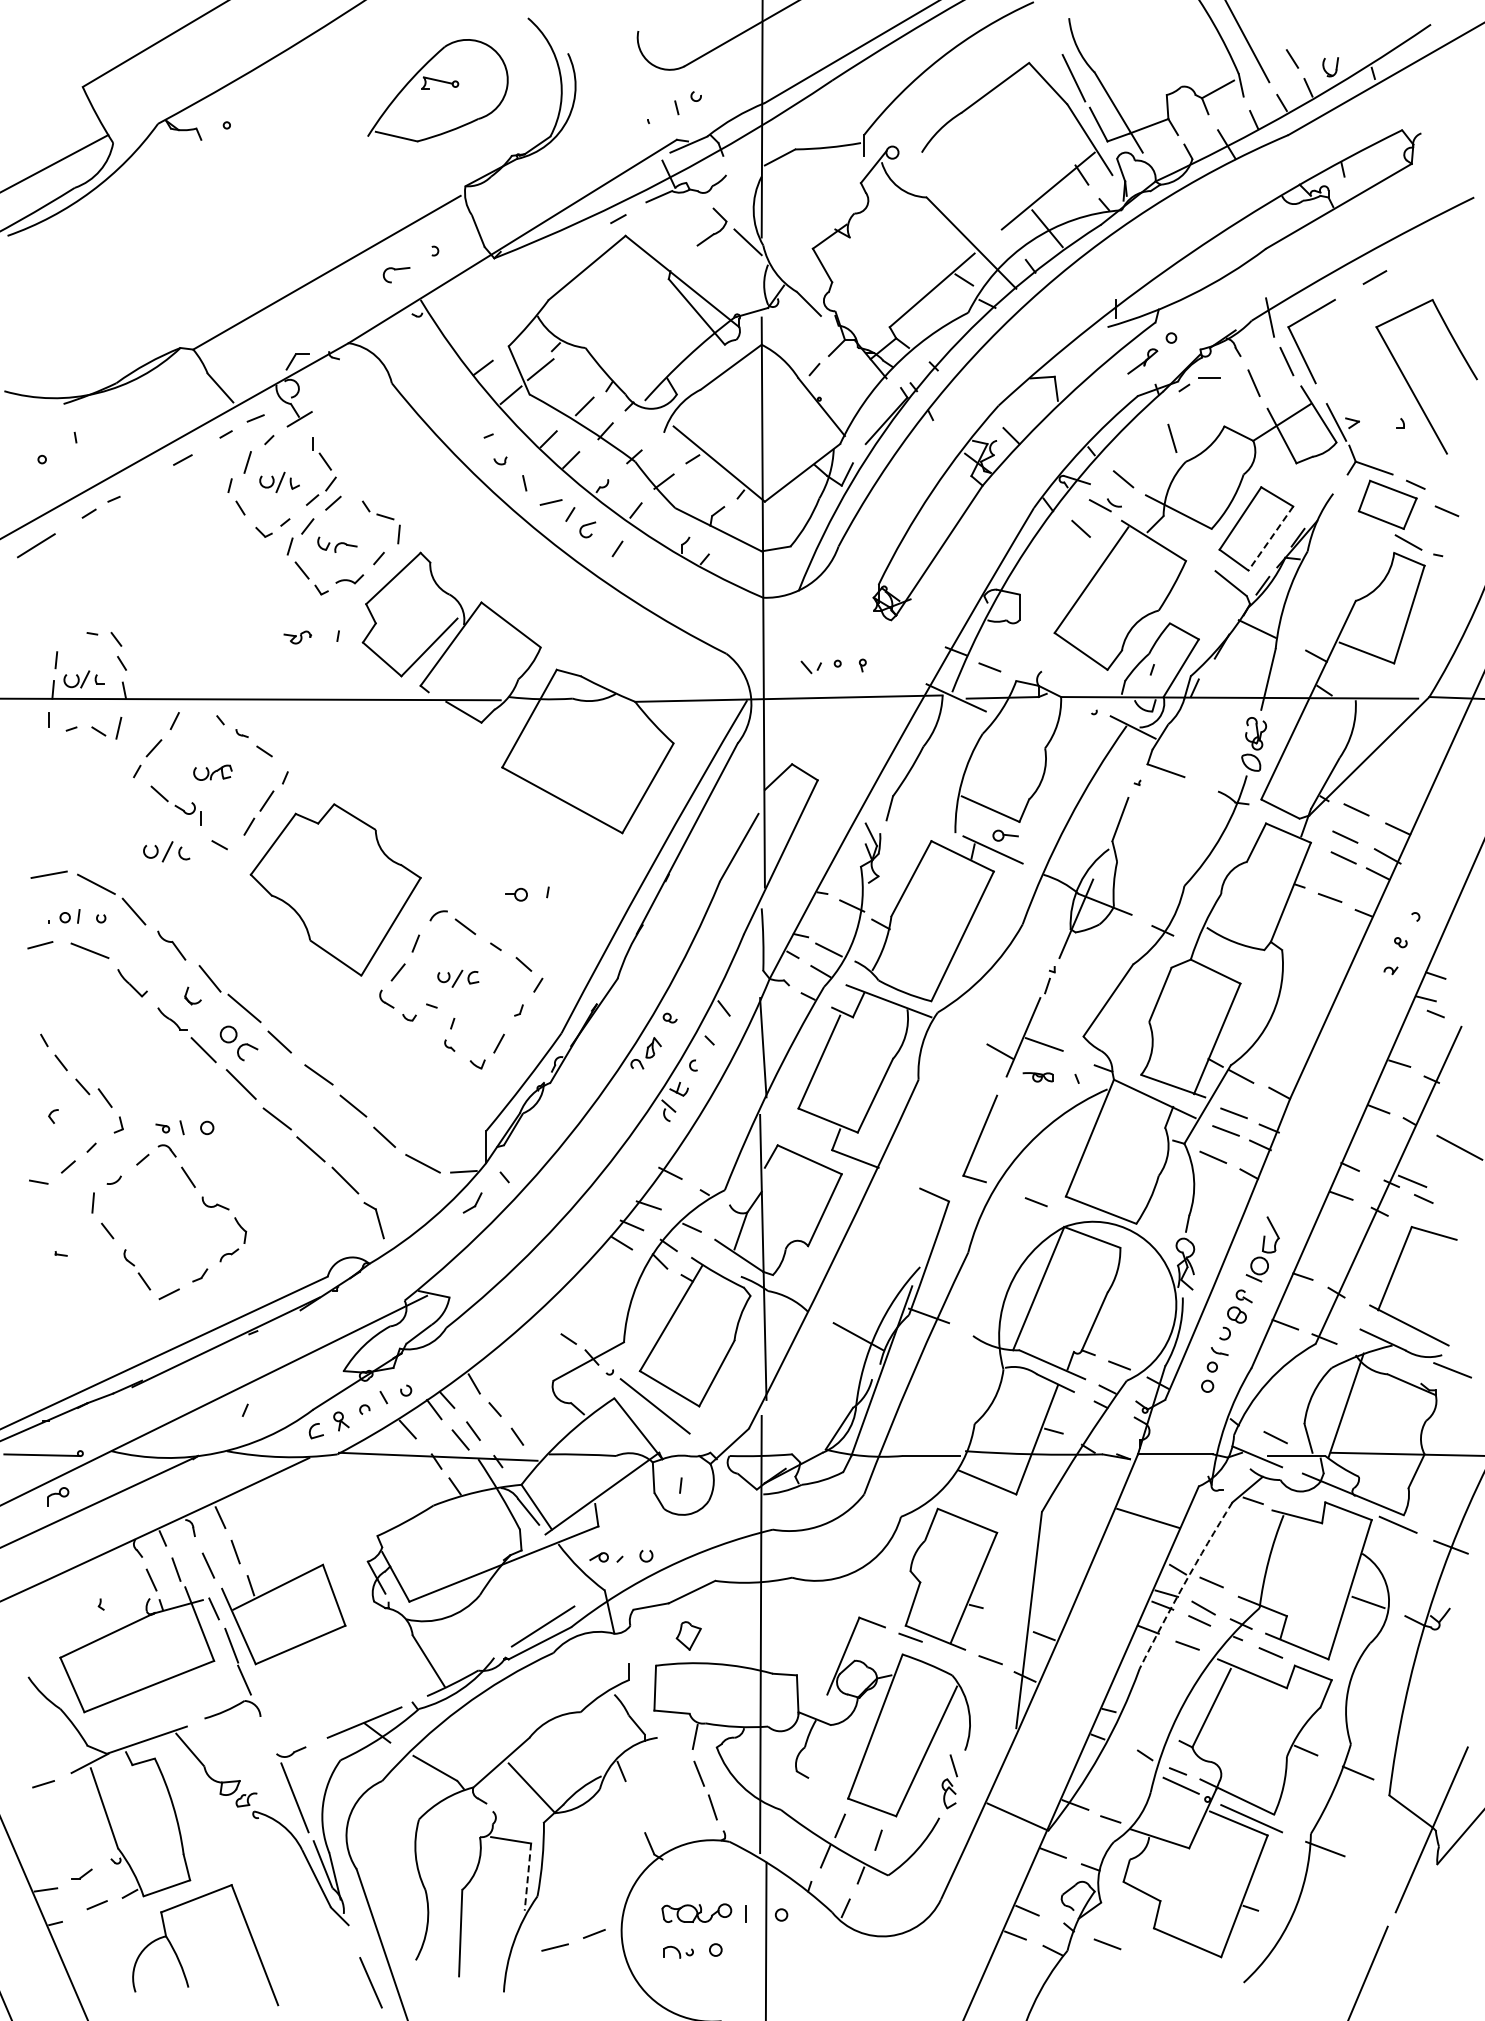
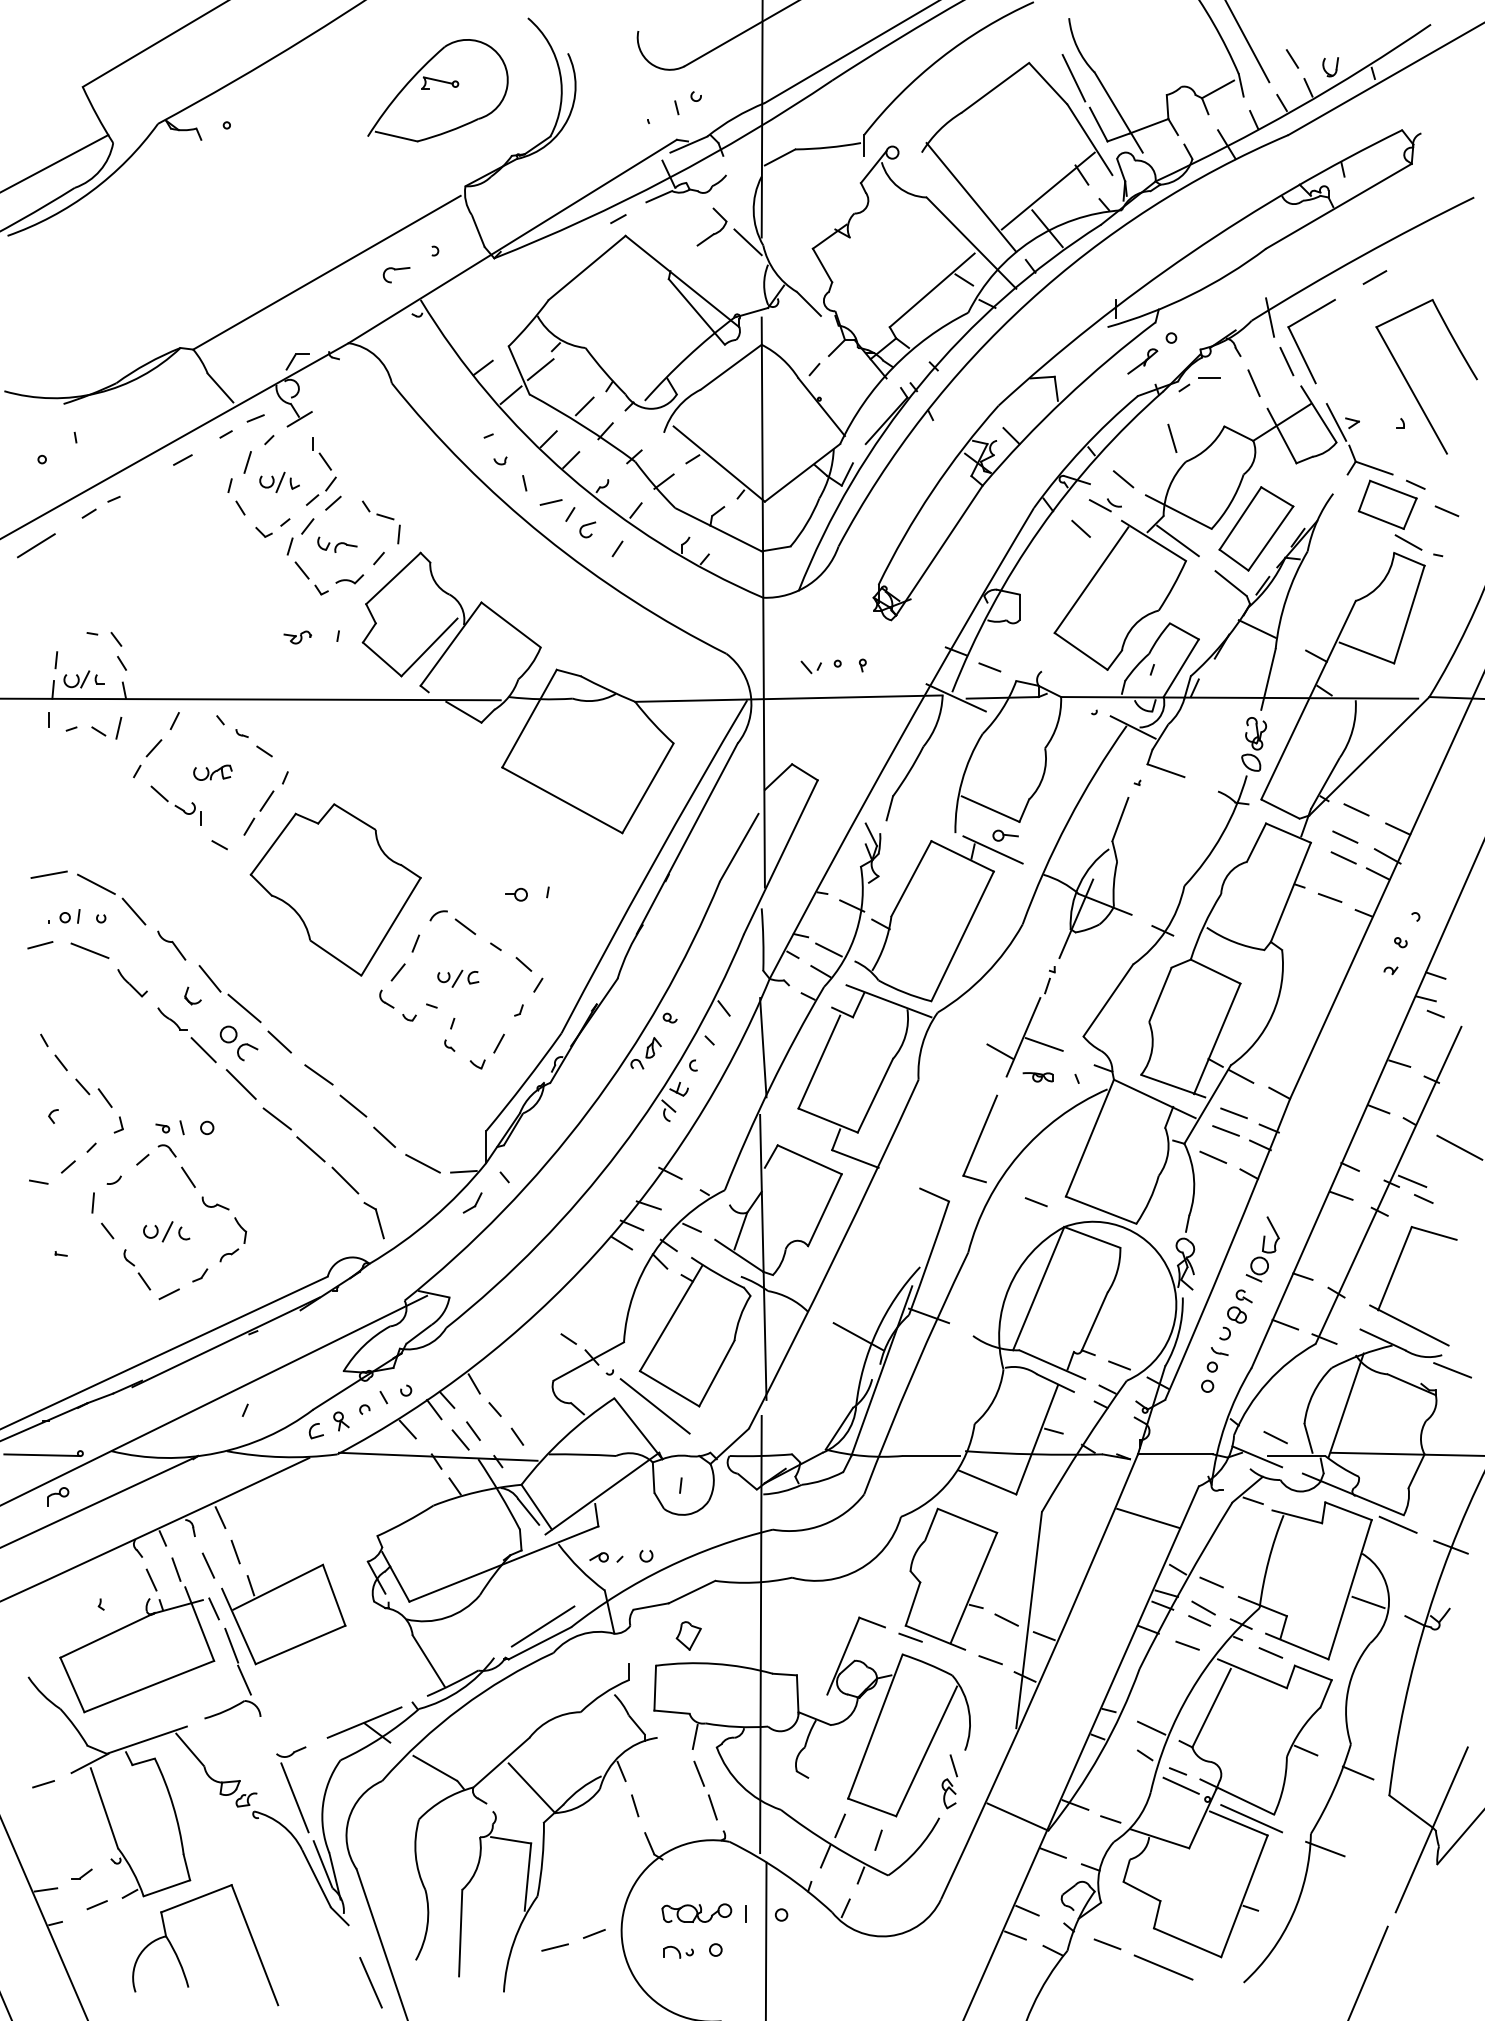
line at (971, 197): none -> present
line at (1270, 538): dashed -> solid
line at (1177, 540): none -> present
part at (166, 851) position: (166, 851) -> (166, 1231)
arc at (1184, 1584): dashed -> solid
line at (1006, 1619): none -> present
line at (1151, 1727): none -> present
line at (635, 1805): none -> present
line at (527, 1877): dashed -> solid
line at (1163, 1967): none -> present
